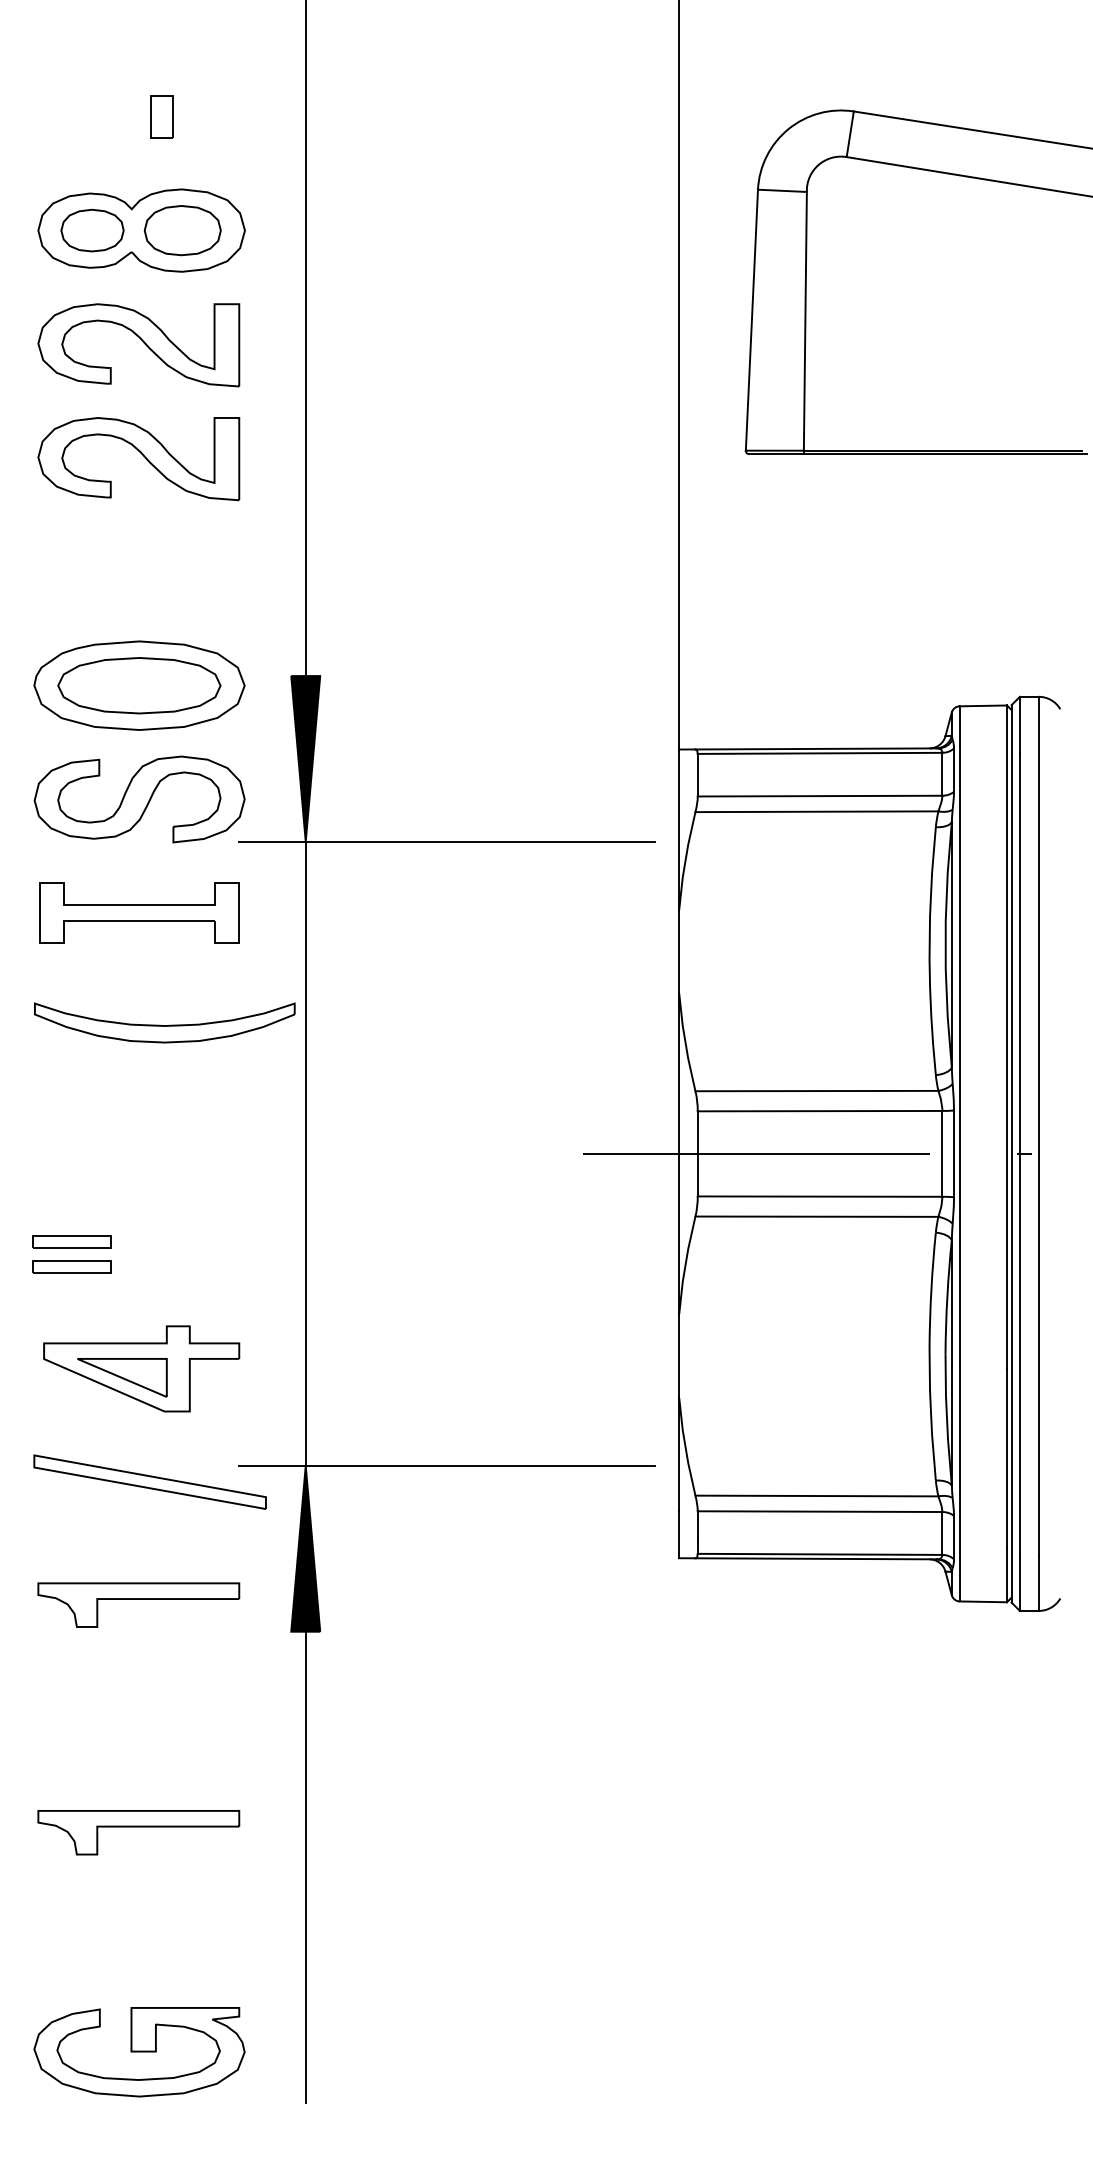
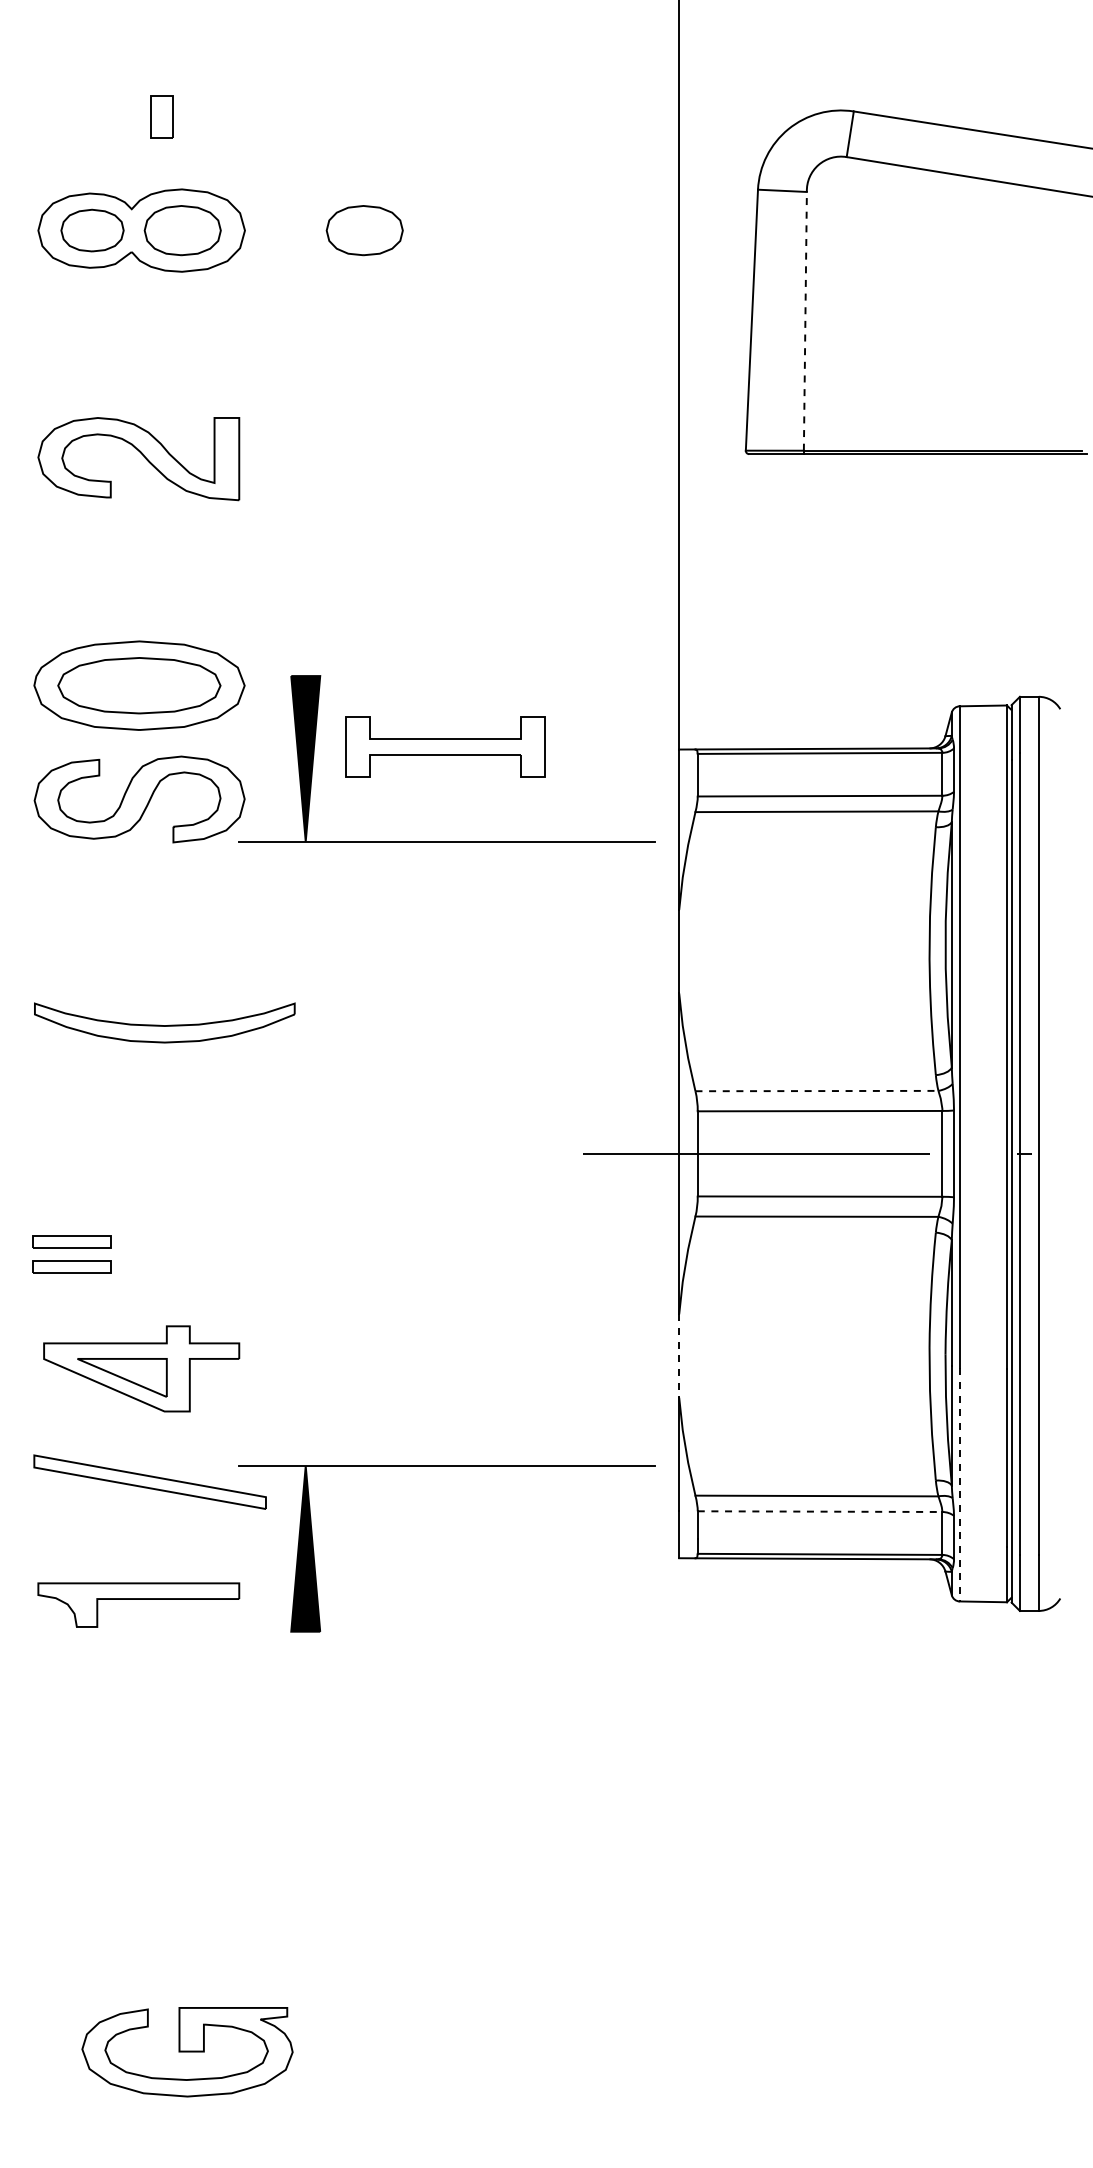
part at (364, 230): none -> present
line at (805, 320): solid -> dashed
line at (305, 339): present -> none
part at (138, 345): present -> none
part at (139, 912) position: (139, 912) -> (445, 746)
line at (817, 1091): solid -> dashed
line at (305, 1153): present -> none
line at (679, 1356): solid -> dashed
line at (959, 1485): solid -> dashed
line at (820, 1511): solid -> dashed
part at (138, 1832): present -> none
line at (305, 1866): present -> none
part at (139, 2052) position: (139, 2052) -> (187, 2052)
